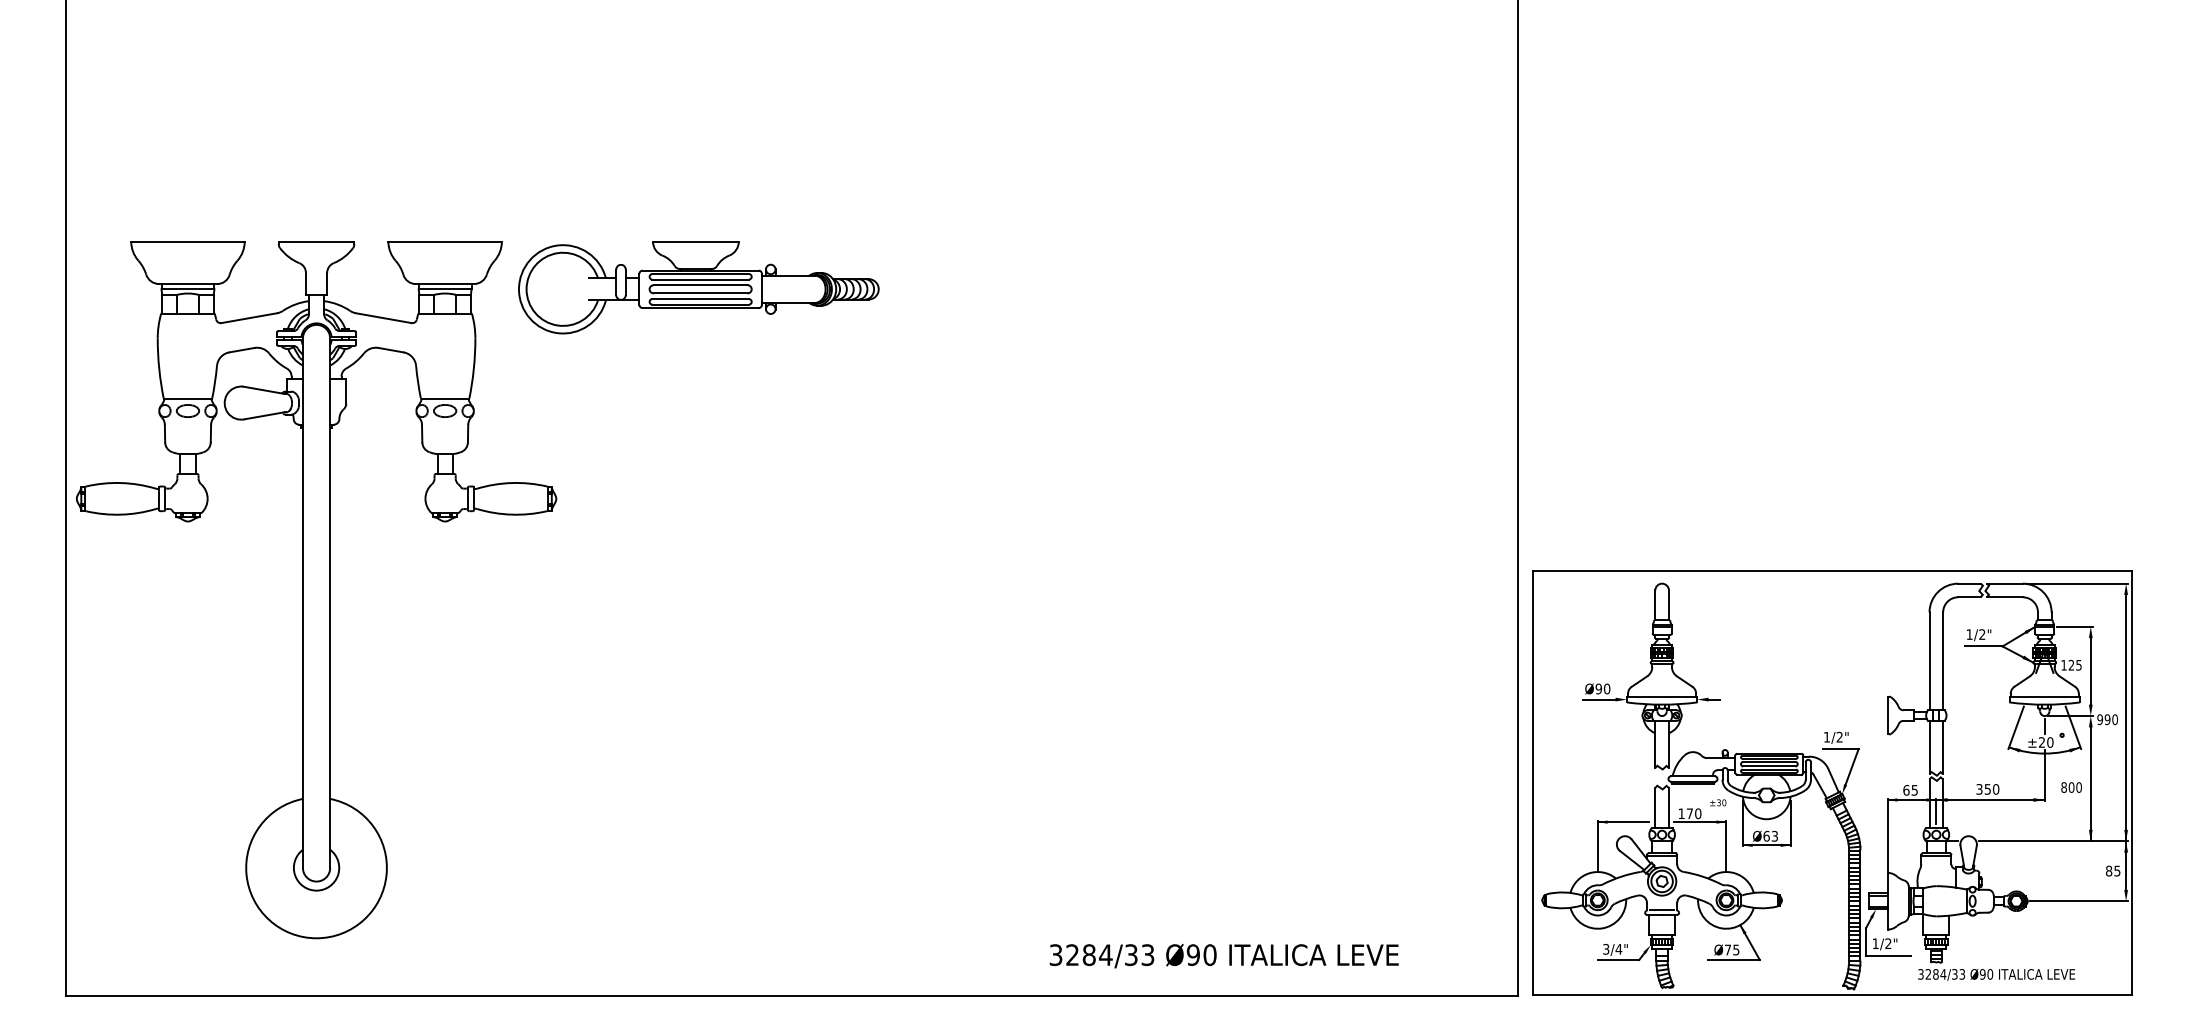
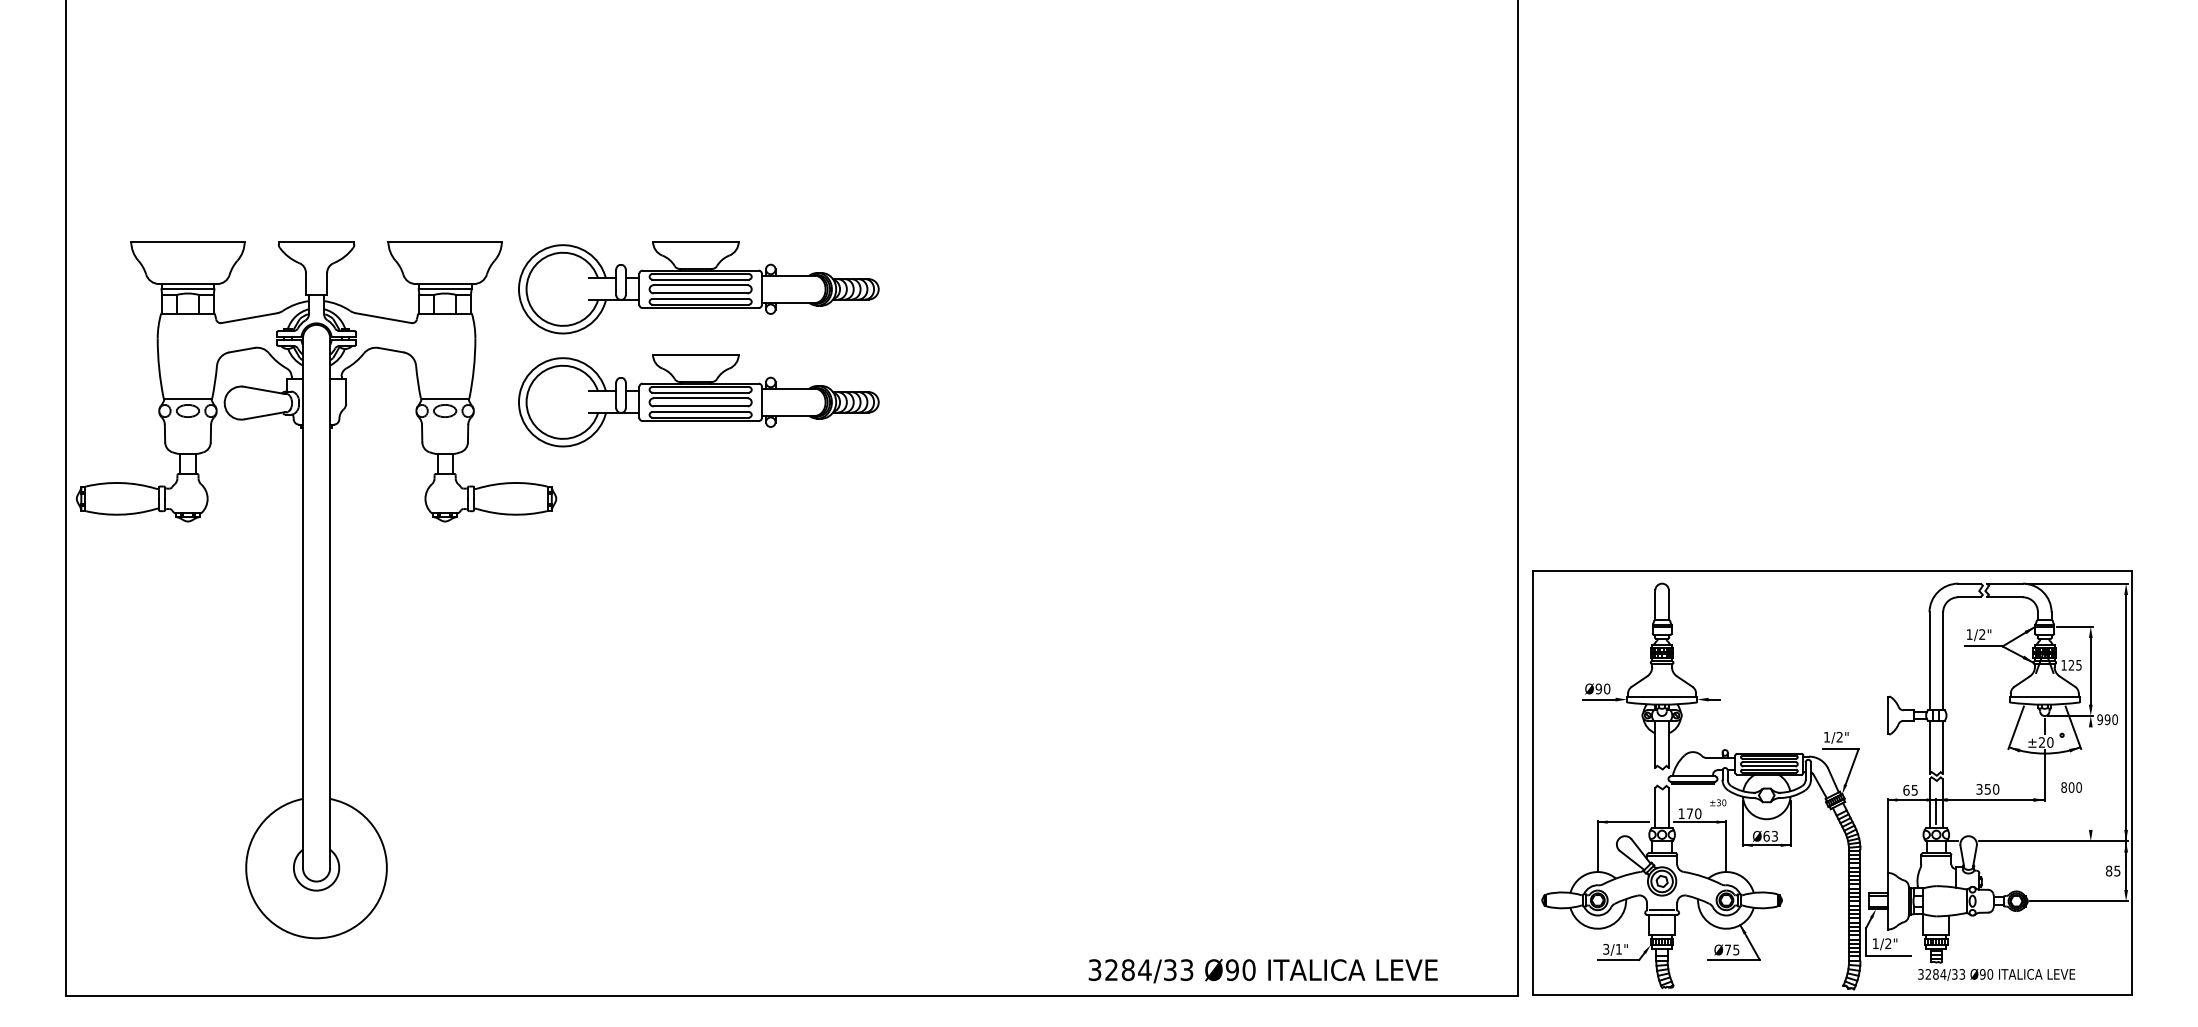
part at (698, 400): none -> present
line at (2090, 784): present -> none
text at (1618, 949): 3/4" -> 3/1"
text at (1223, 955) position: (1223, 955) -> (1262, 970)
